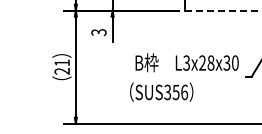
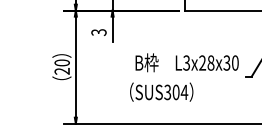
line at (223, 10): dashed -> solid
text at (61, 62): 21 -> 20
text at (180, 92): SUS356 -> SUS304
